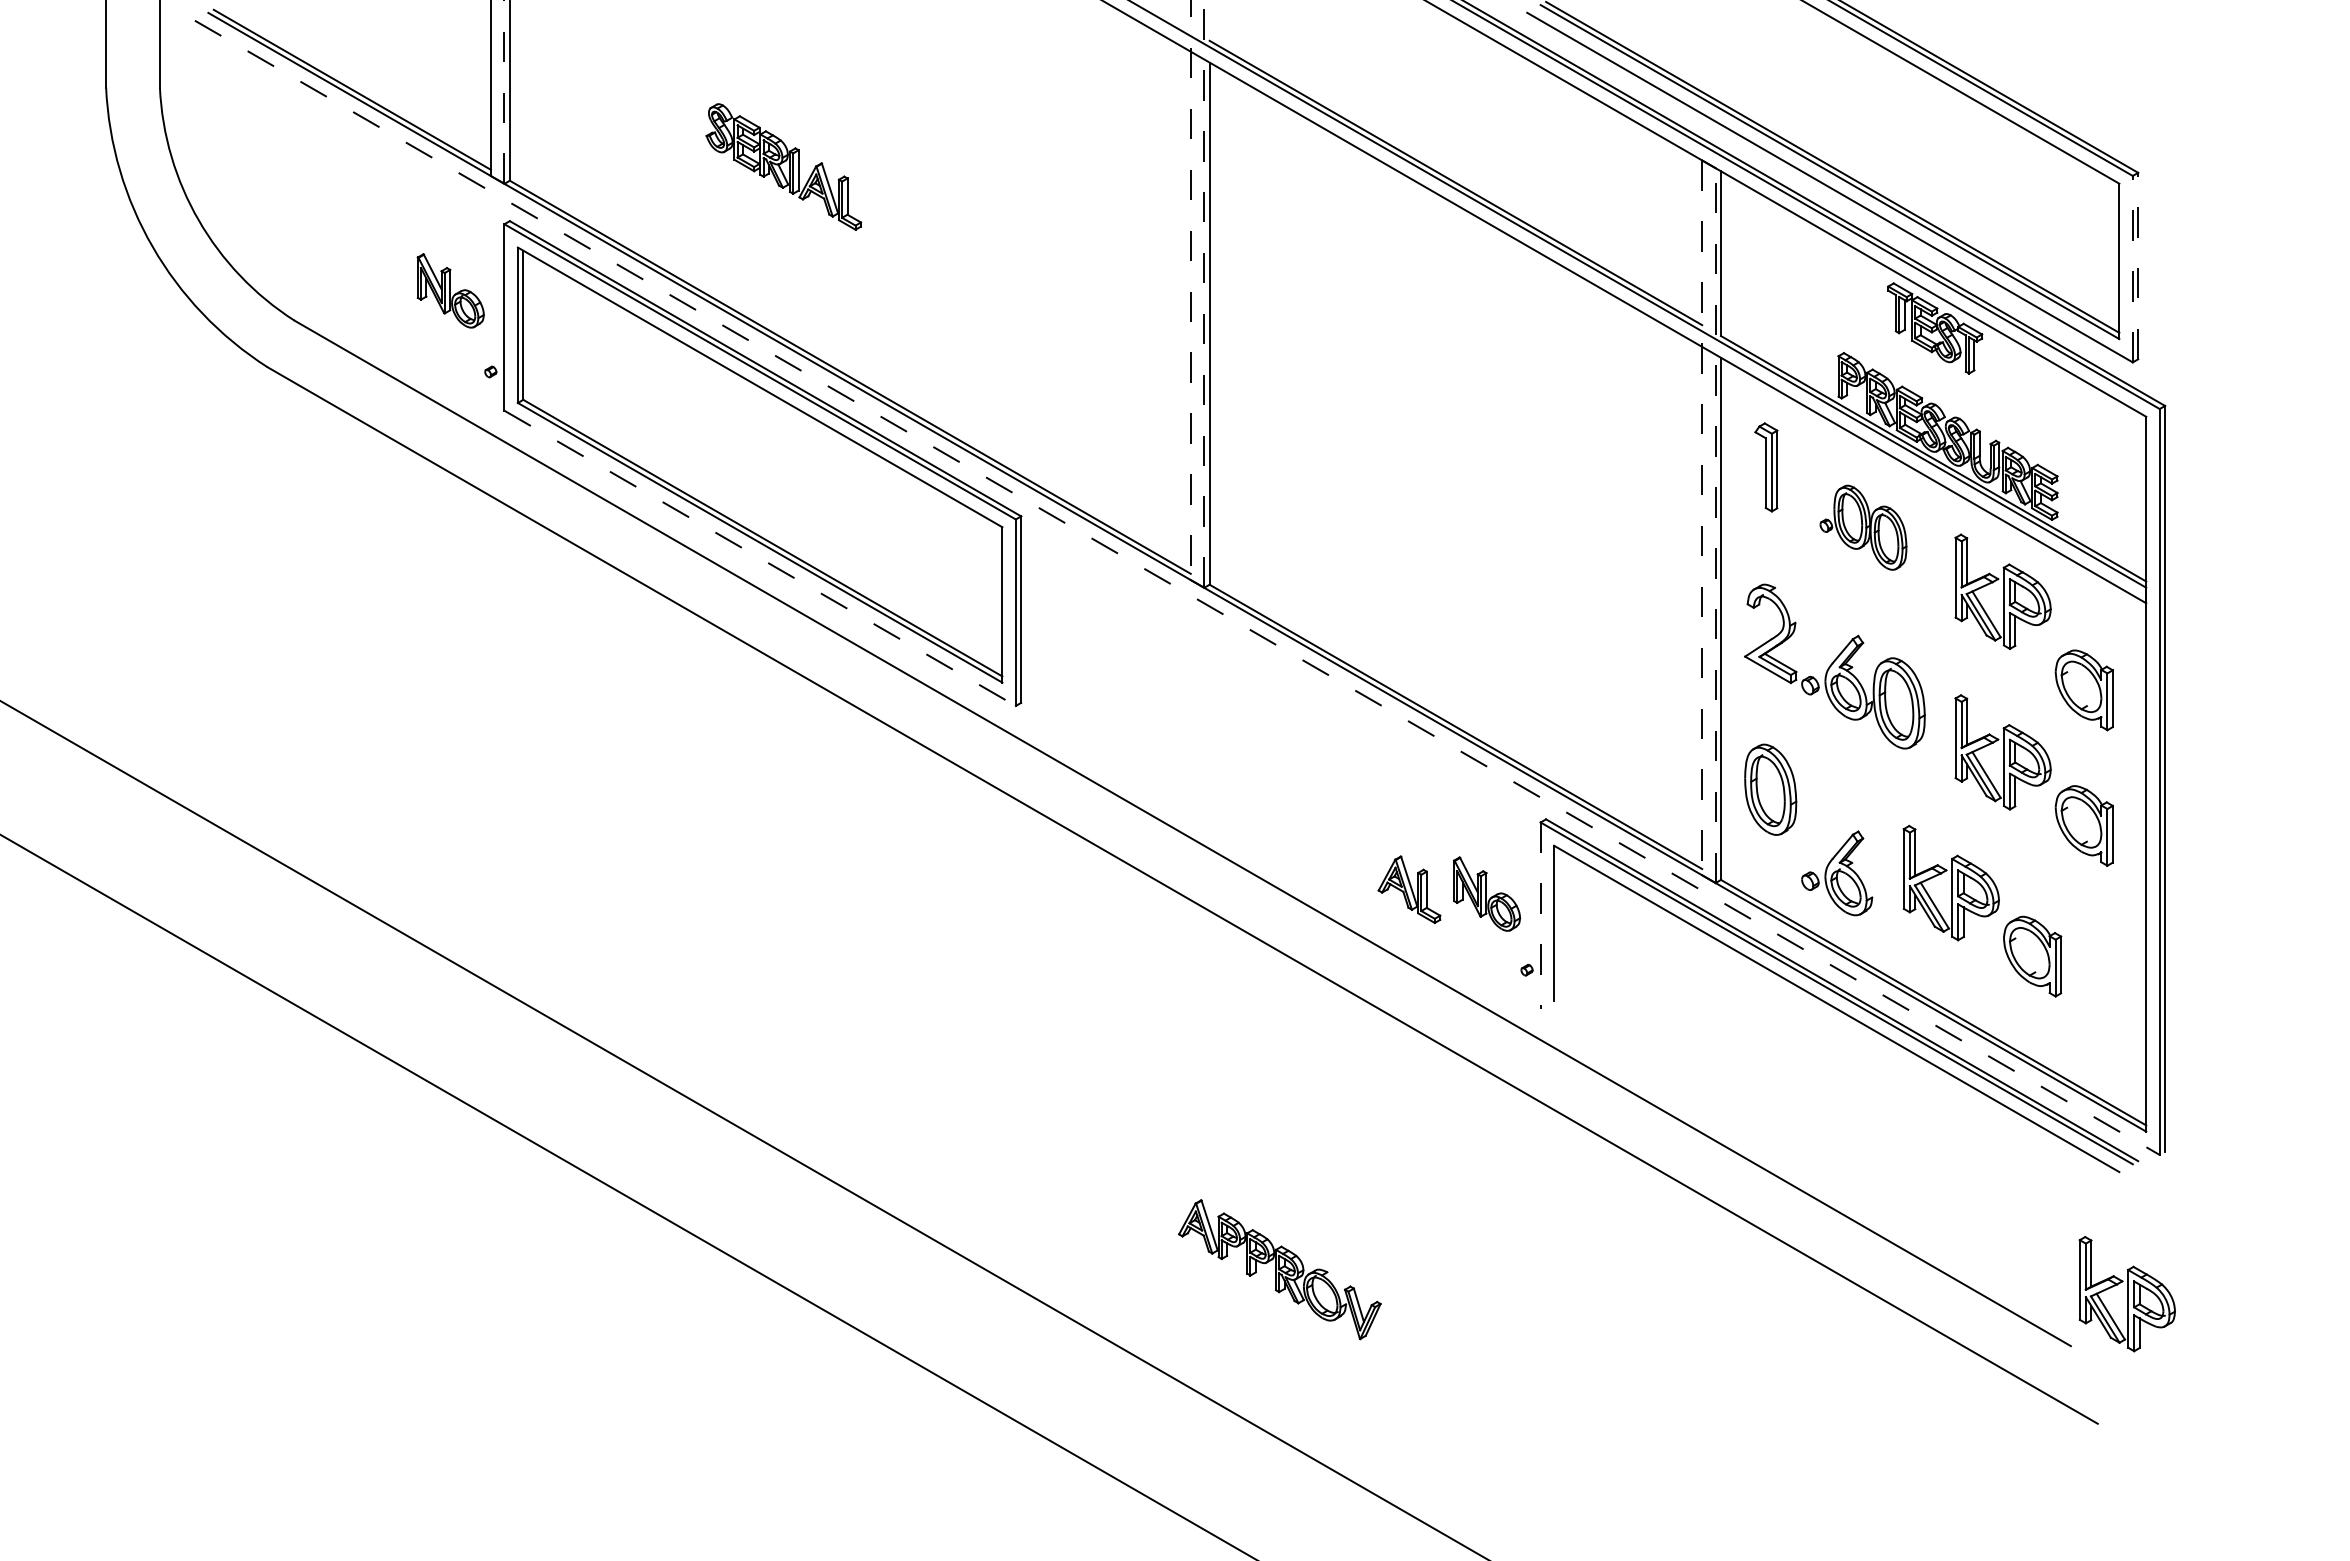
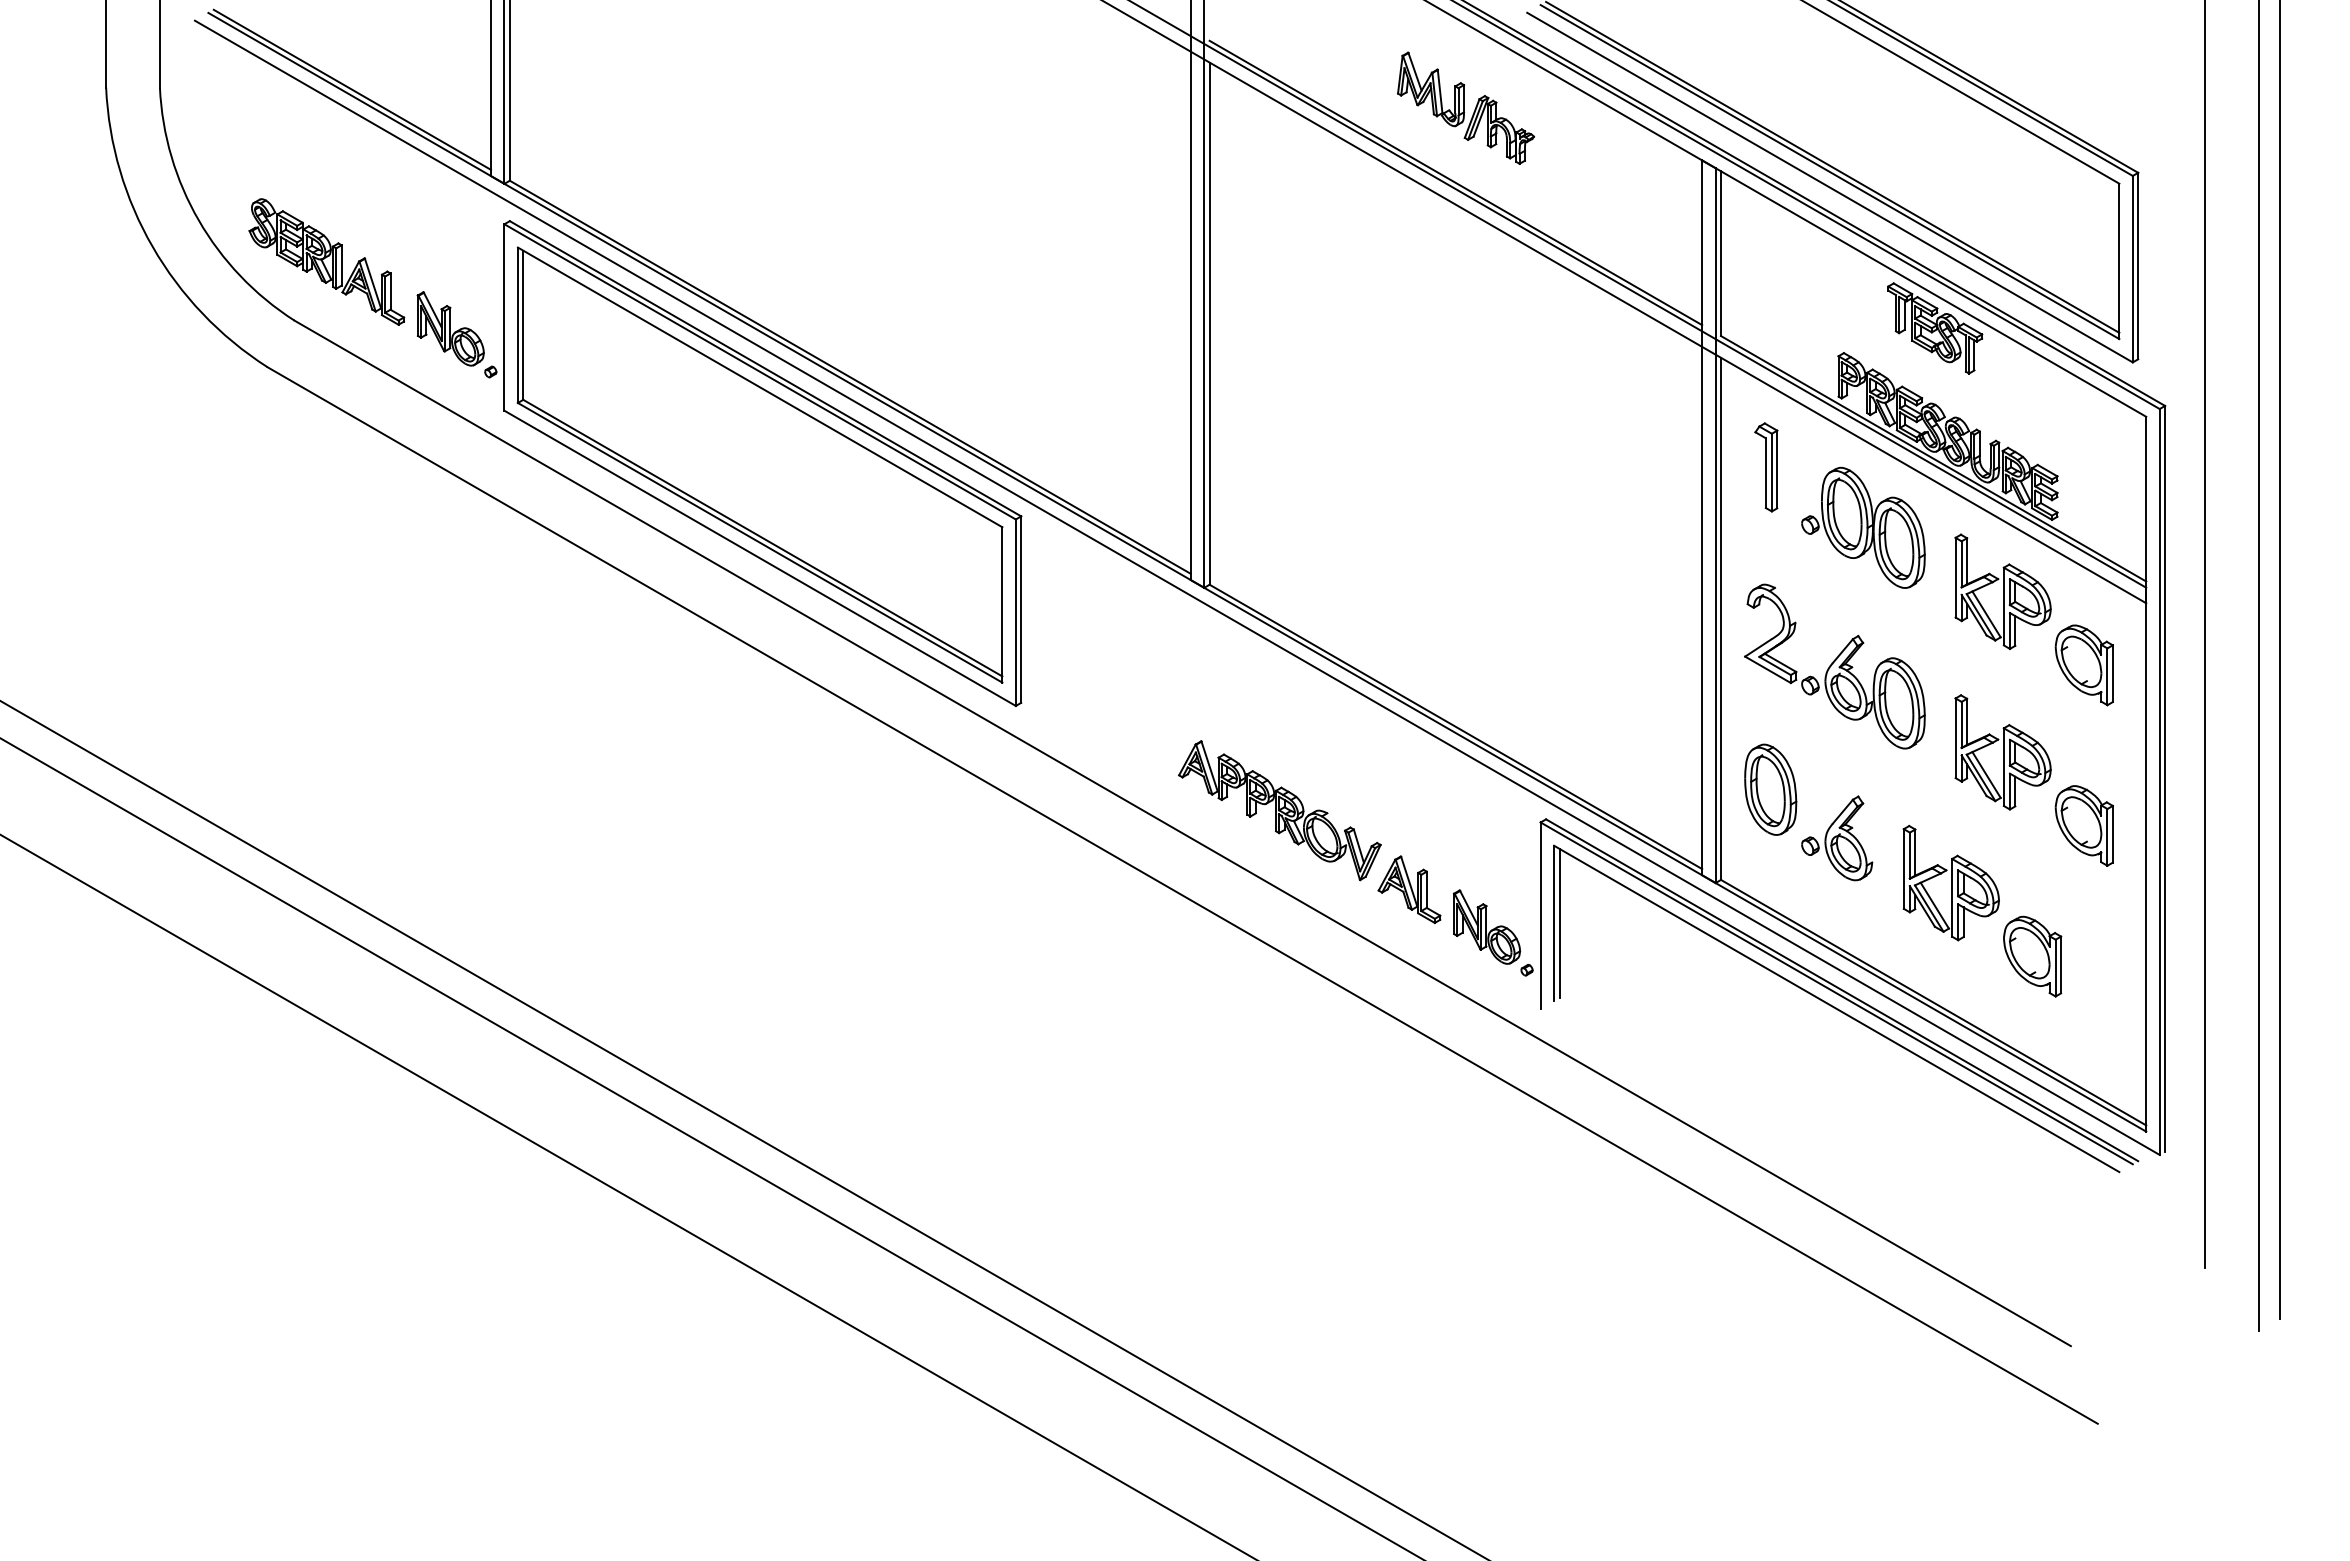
line at (504, 91): dashed -> solid
part at (1465, 107): none -> present
part at (783, 166) position: (783, 166) -> (326, 261)
line at (2138, 265): dashed -> solid
line at (2132, 268): dashed -> solid
part at (450, 290) position: (450, 290) -> (450, 328)
line at (1190, 290): dashed -> solid
line at (1204, 293): dashed -> solid
line at (1702, 518): dashed -> solid
line at (1715, 525): dashed -> solid
part at (1863, 527) size: 89x87 px -> 125x123 px
line at (760, 558): dashed -> solid
line at (1177, 588): dashed -> solid
line at (2205, 635): none -> present
line at (2279, 660): none -> present
line at (2259, 666): none -> present
part at (2083, 690) position: (2083, 690) -> (2083, 665)
part at (1837, 873) position: (1837, 873) -> (1837, 838)
part at (1487, 893) position: (1487, 893) -> (1487, 926)
line at (1540, 916): dashed -> solid
line at (1559, 923): none -> present
line at (710, 1148): none -> present
part at (1279, 1269) position: (1279, 1269) -> (1279, 810)
part at (2126, 1293): present -> none
